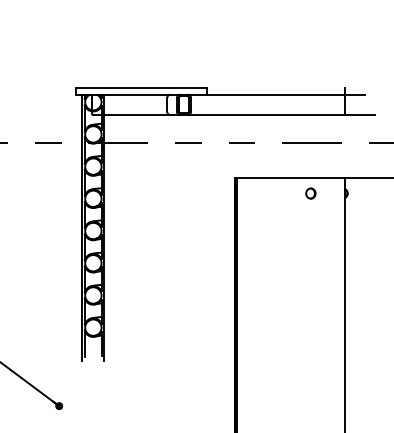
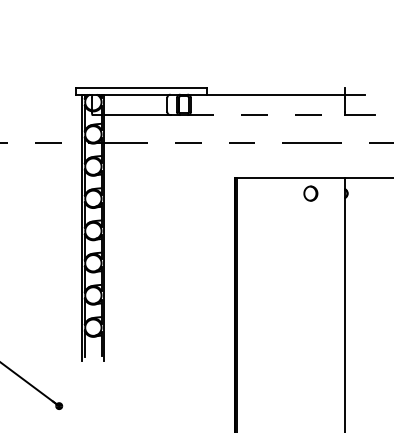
line at (266, 115): solid -> dashed
part at (310, 193) size: 12x13 px -> 16x17 px
